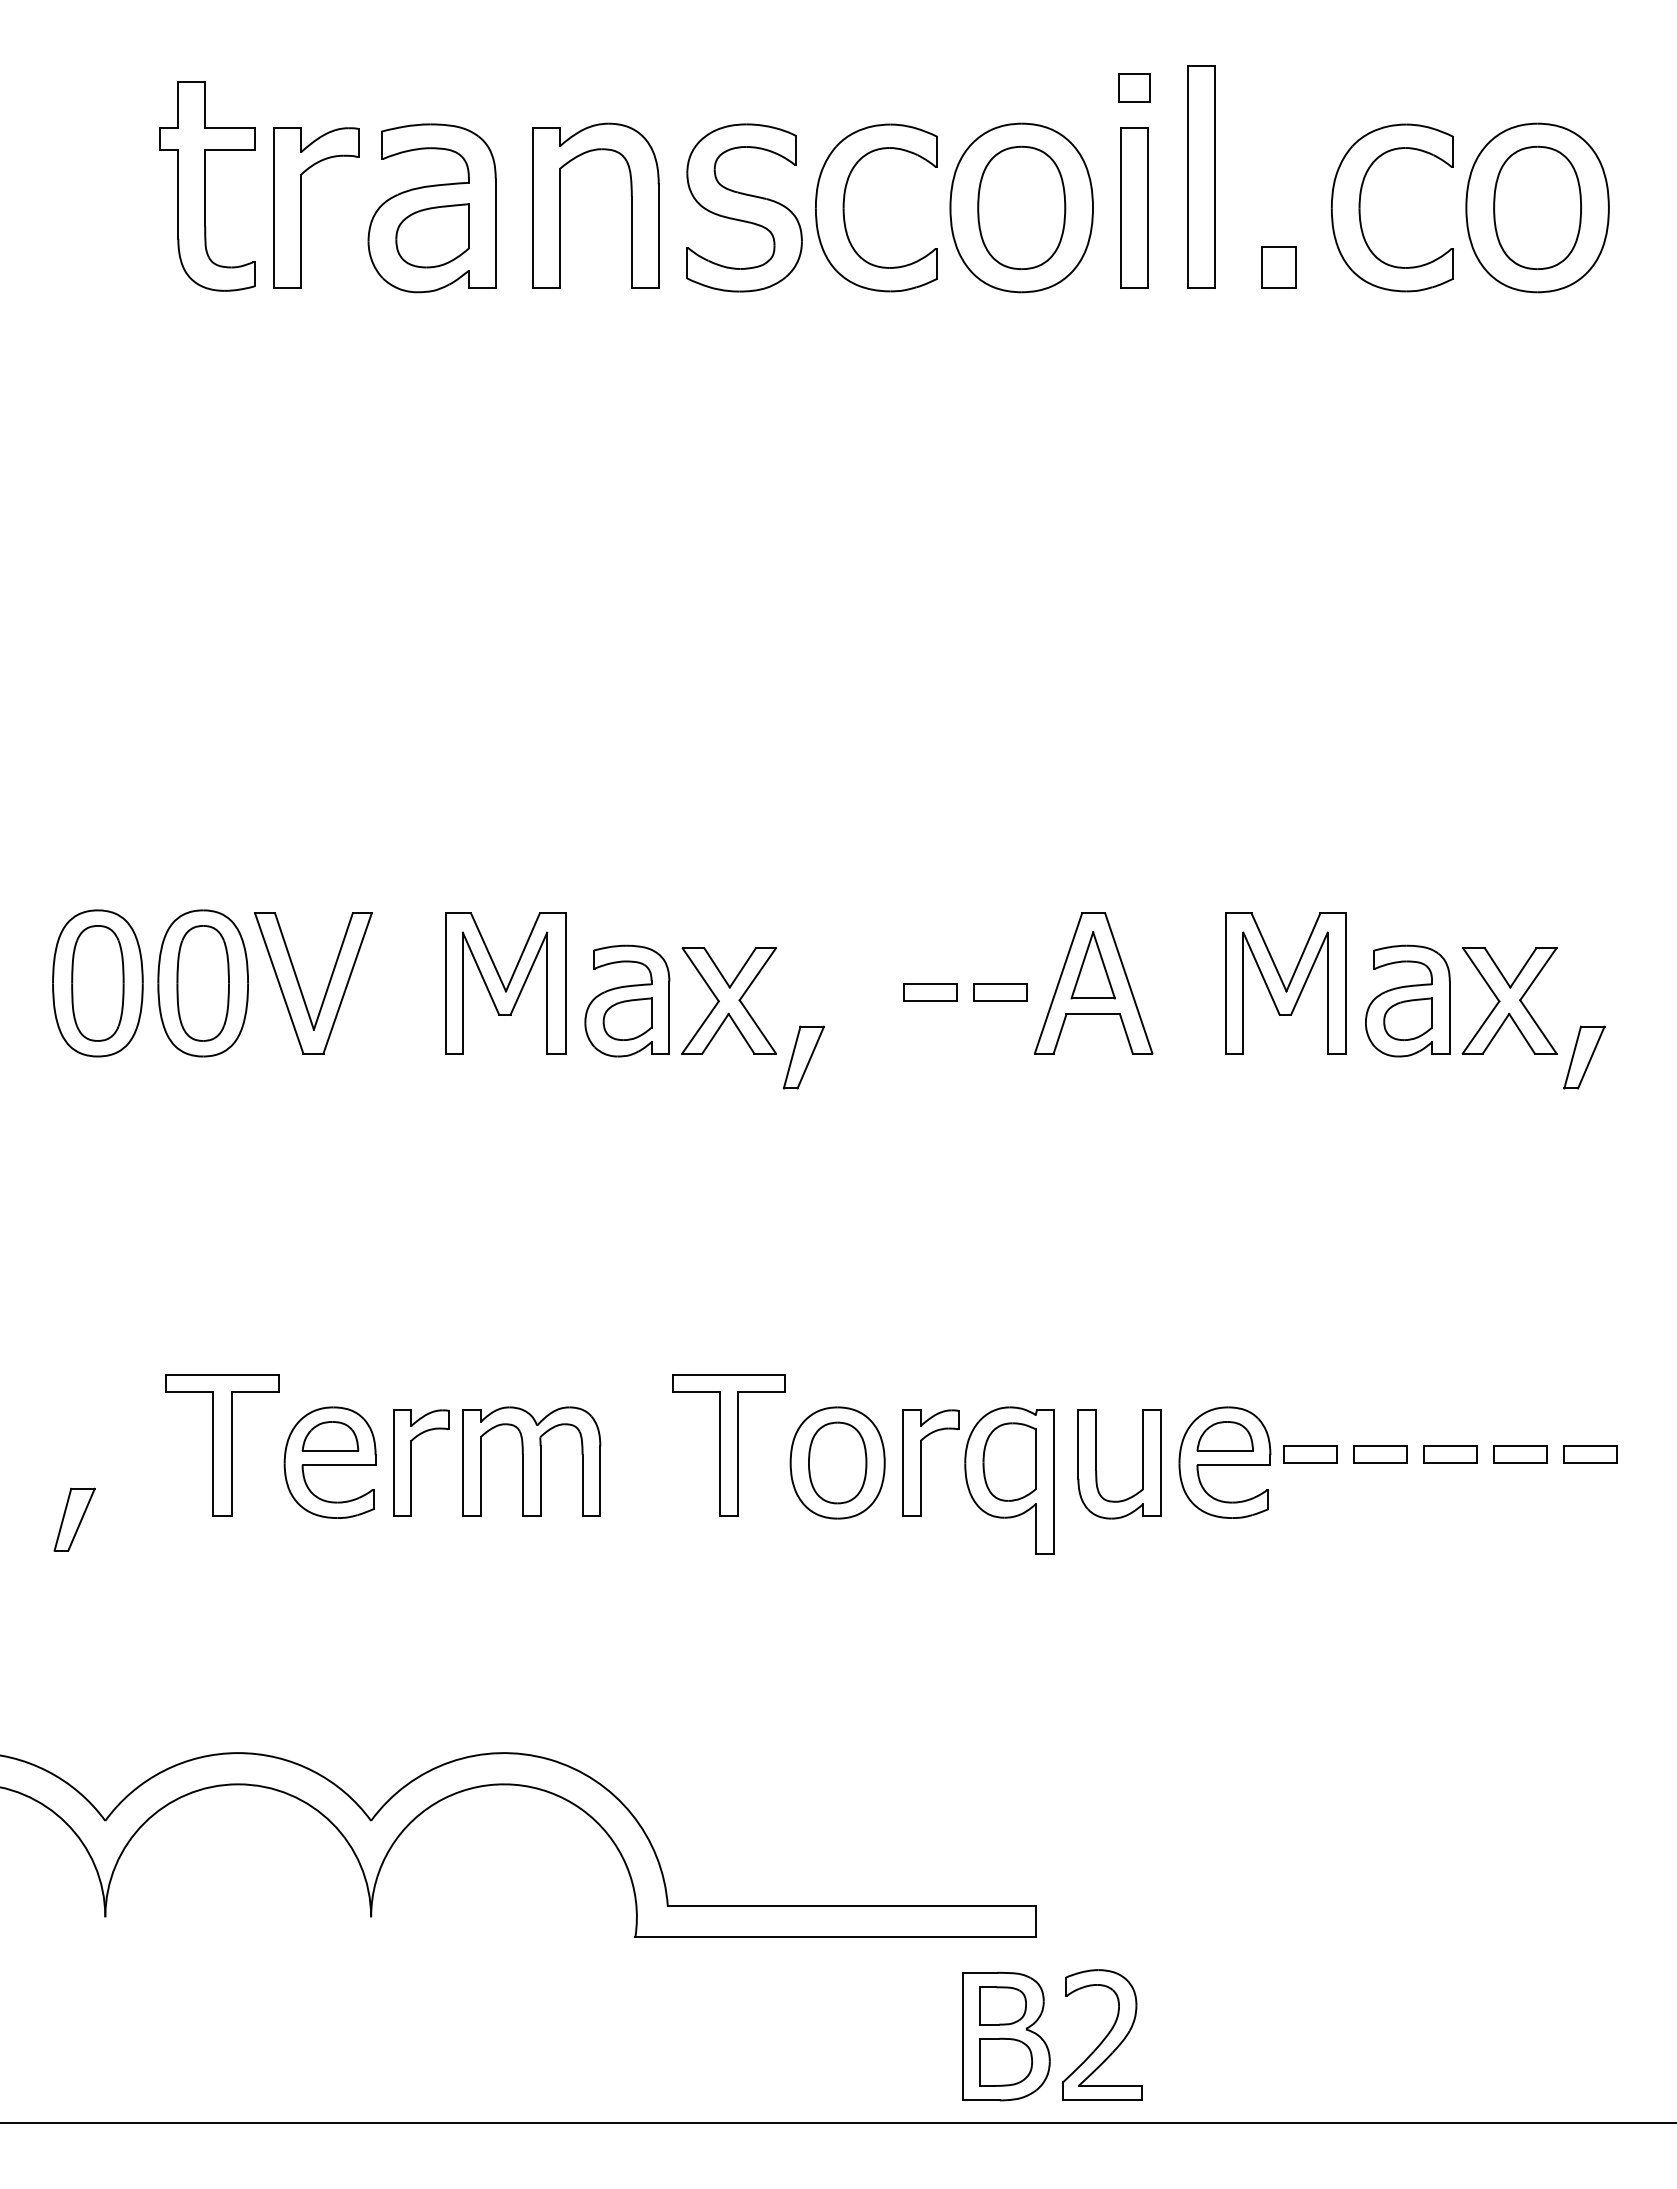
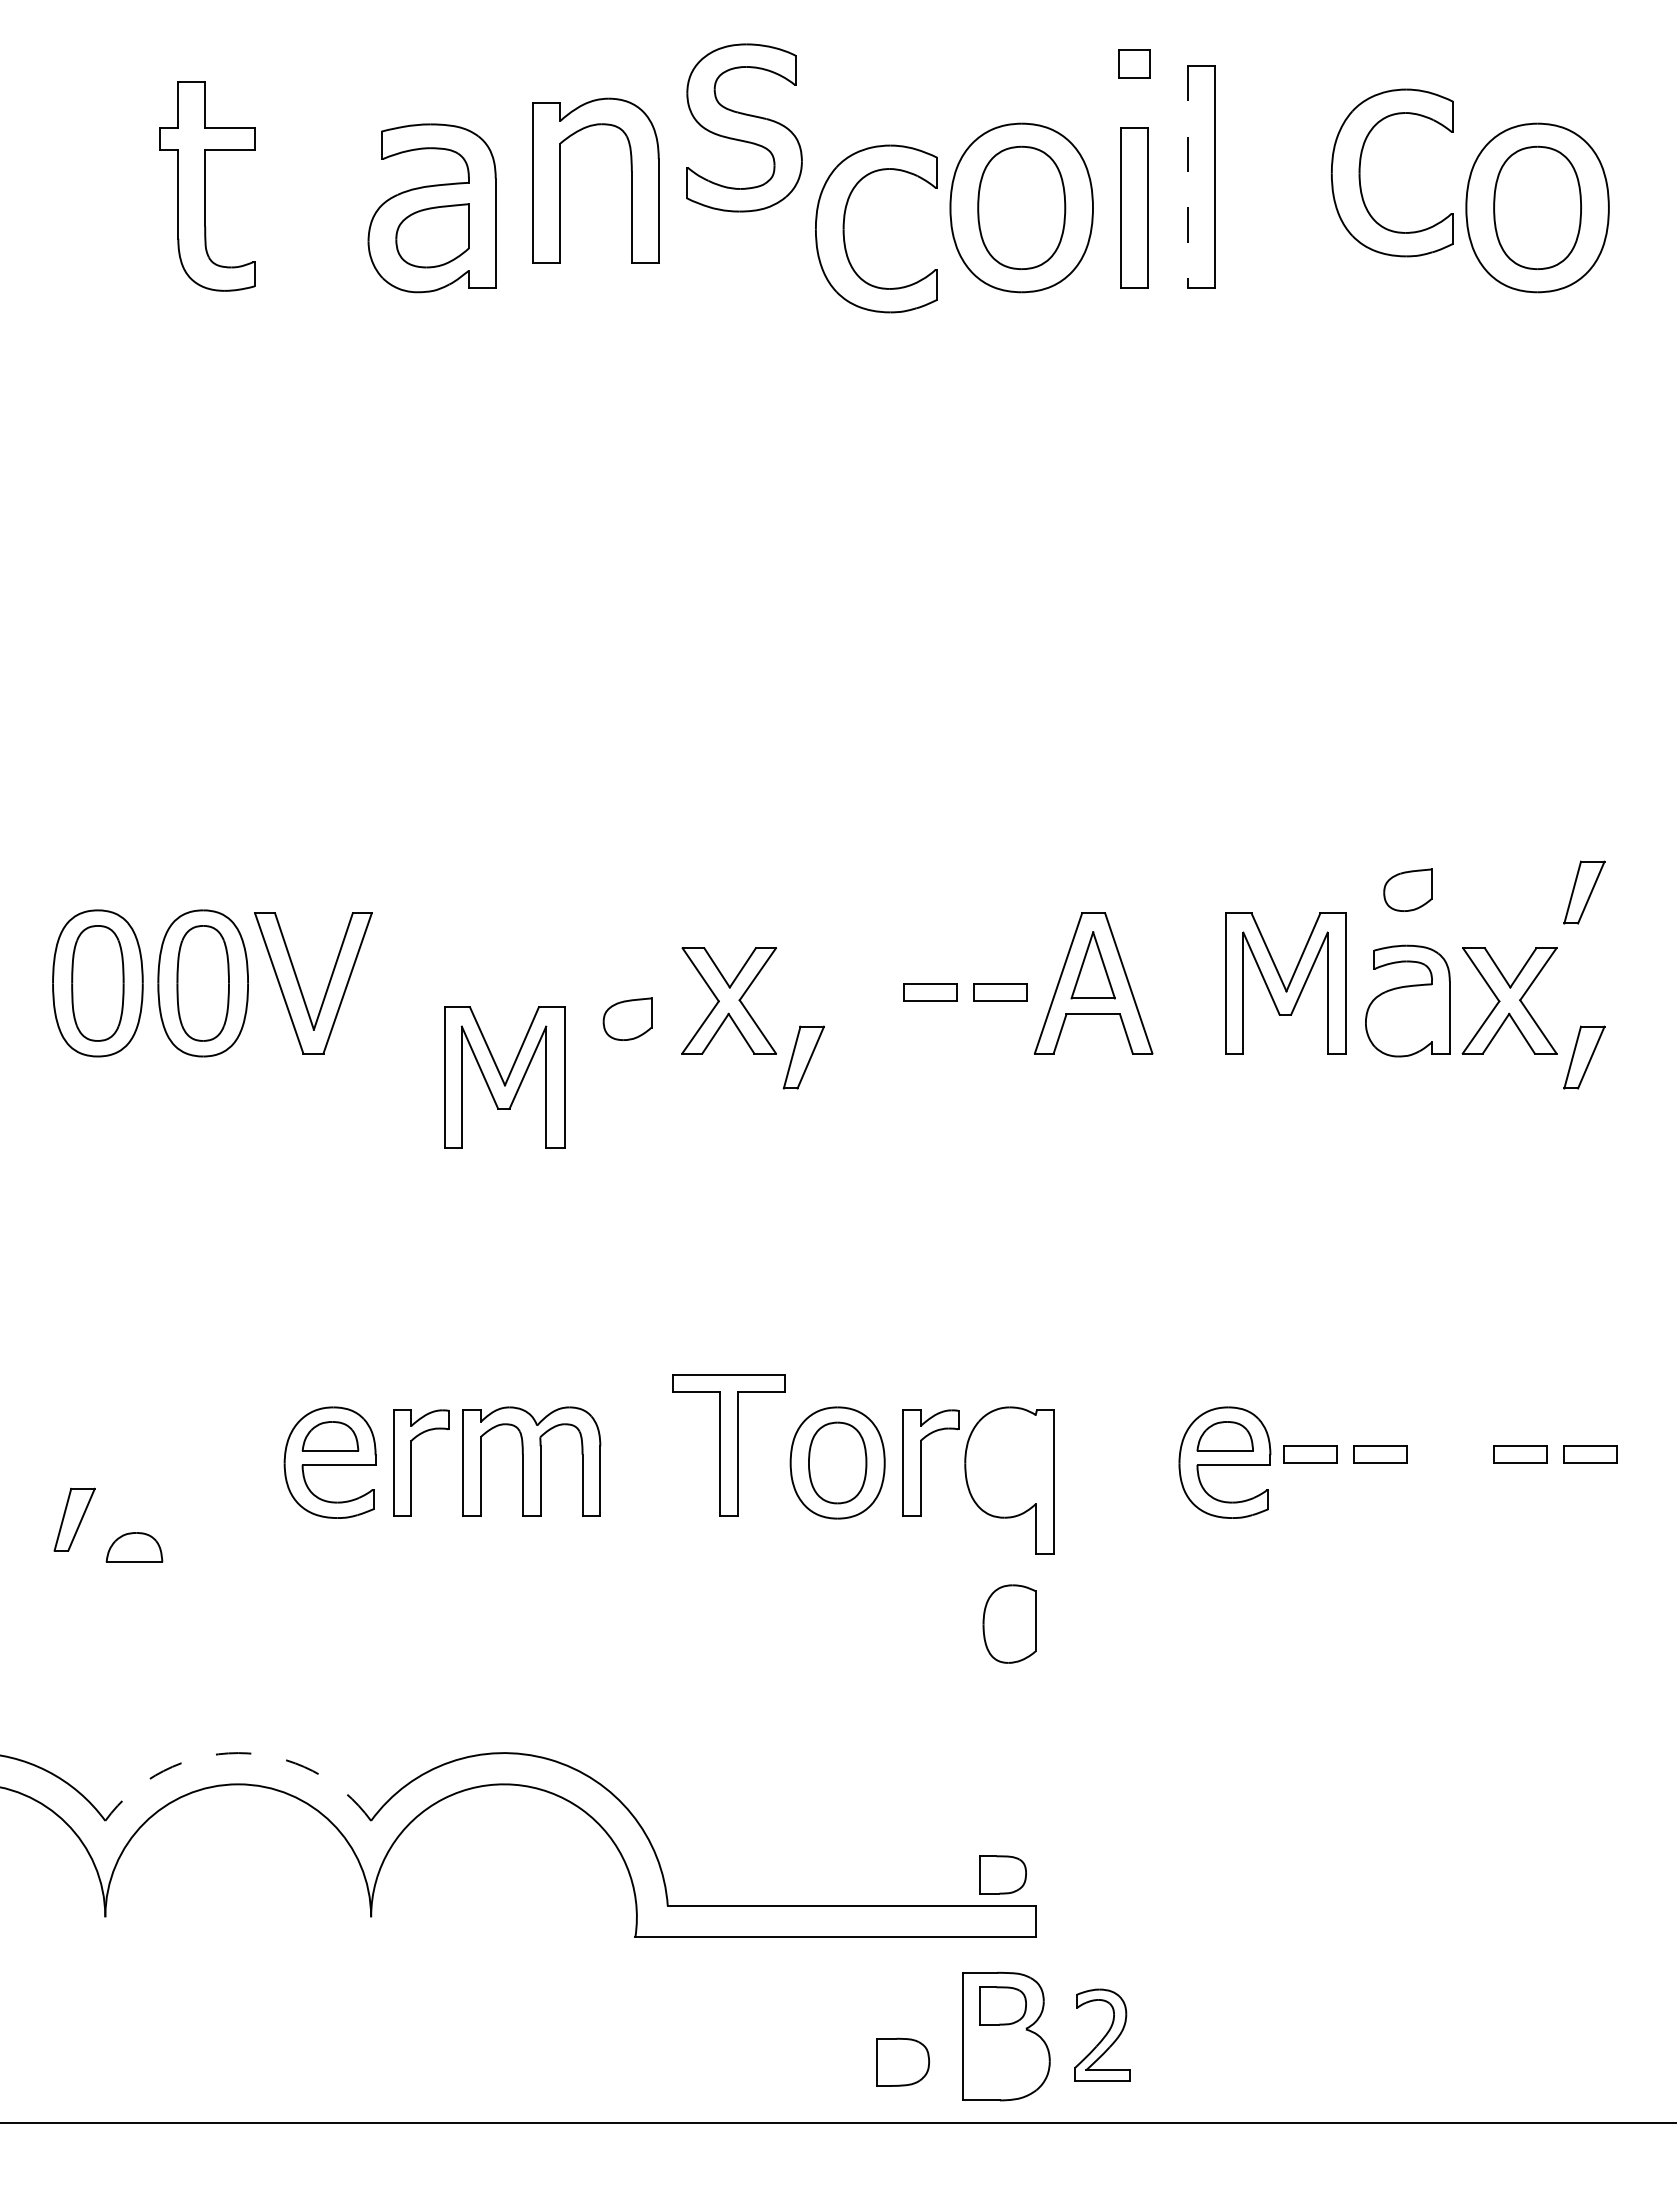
part at (1134, 87) position: (1134, 87) -> (1134, 63)
line at (1187, 177): solid -> dashed
part at (560, 205) position: (560, 205) -> (560, 180)
part at (301, 207): present -> none
part at (744, 207) position: (744, 207) -> (744, 127)
part at (844, 207) position: (844, 207) -> (844, 228)
part at (1360, 207) position: (1360, 207) -> (1360, 172)
part at (1278, 267): present -> none
part at (1584, 892): none -> present
part at (505, 983) position: (505, 983) -> (504, 1077)
part at (627, 1000): present -> none
part at (1407, 1018) position: (1407, 1018) -> (1407, 889)
part at (222, 1445): present -> none
part at (1450, 1454): present -> none
part at (1009, 1461) position: (1009, 1461) -> (1009, 1623)
part at (1096, 1464): present -> none
part at (134, 1547): none -> present
arc at (238, 1753): solid -> dashed
part at (1002, 1874): none -> present
part at (1102, 2034) size: 81x132 px -> 57x94 px
part at (1005, 2061) position: (1005, 2061) -> (902, 2061)
